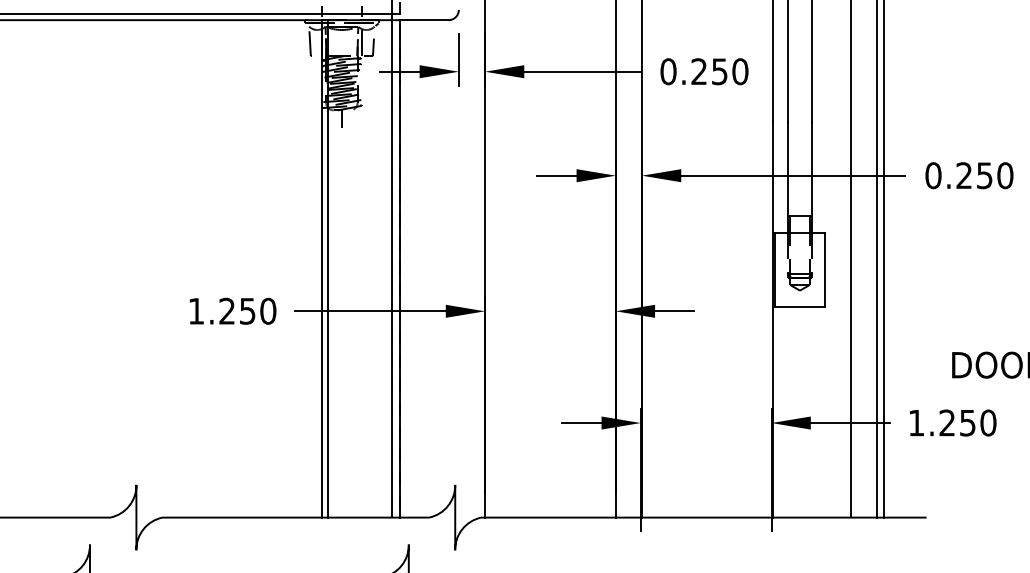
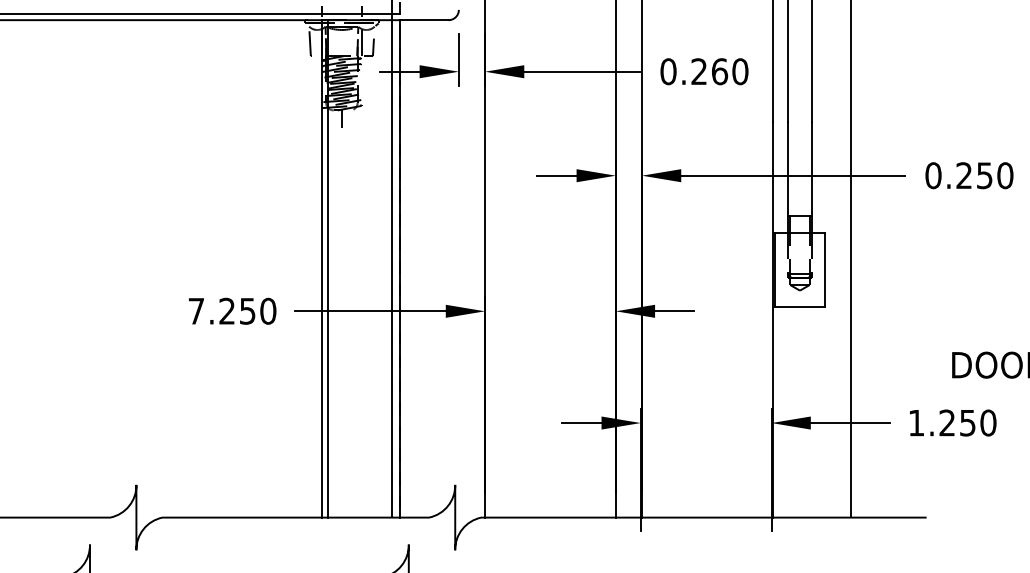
text at (720, 71): 0.250 -> 0.260
line at (877, 259): present -> none
line at (883, 259): present -> none
text at (195, 311): 1.250 -> 7.250
